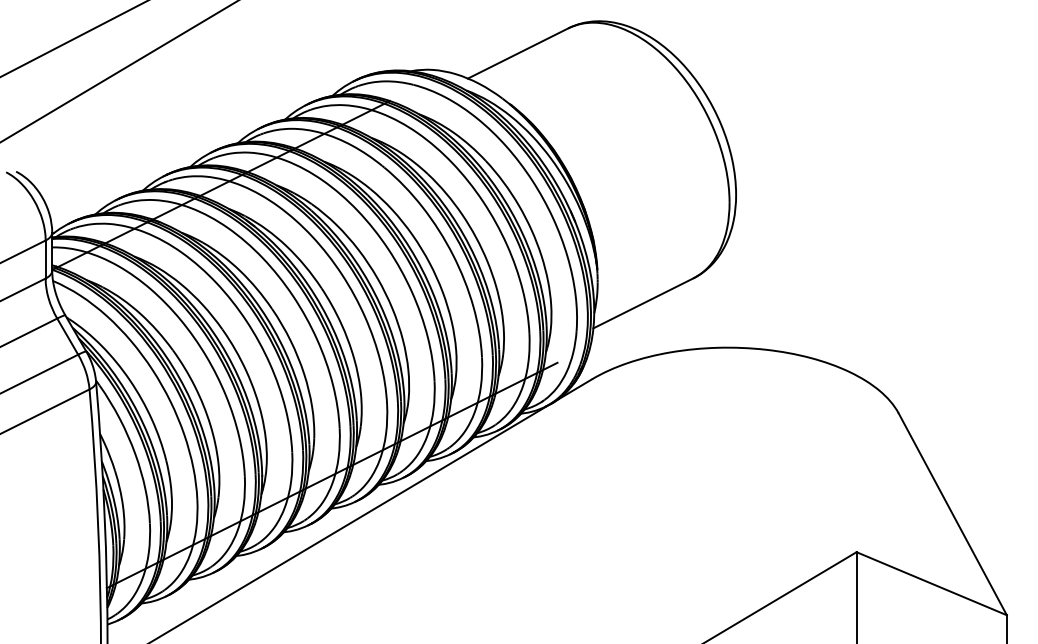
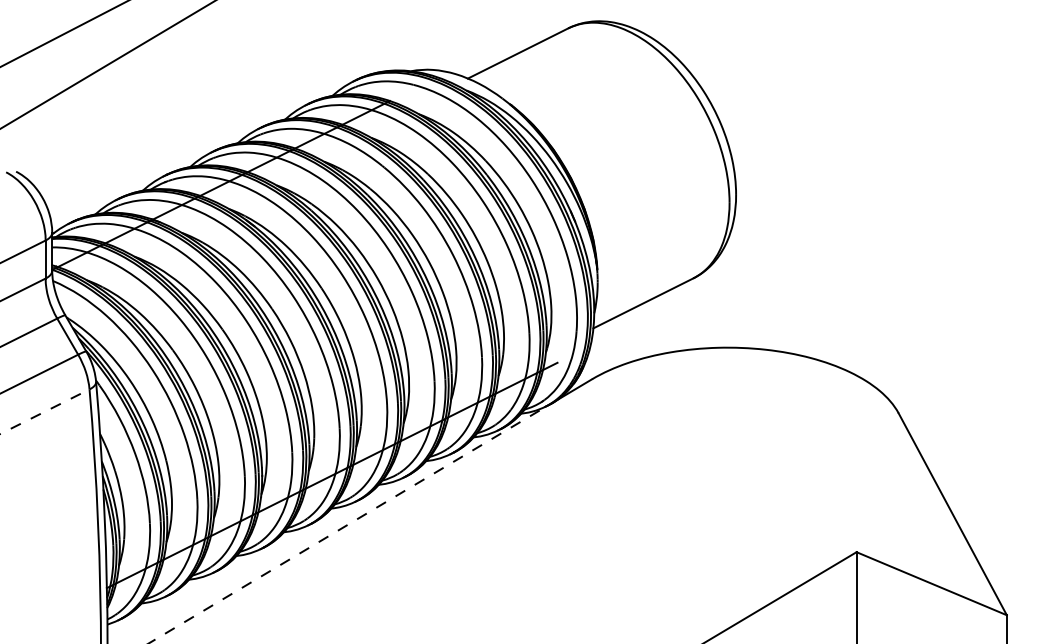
line at (73, 38) position: (73, 38) -> (63, 34)
line at (119, 71) position: (119, 71) -> (107, 64)
line at (45, 411): solid -> dashed
line at (347, 524): solid -> dashed
